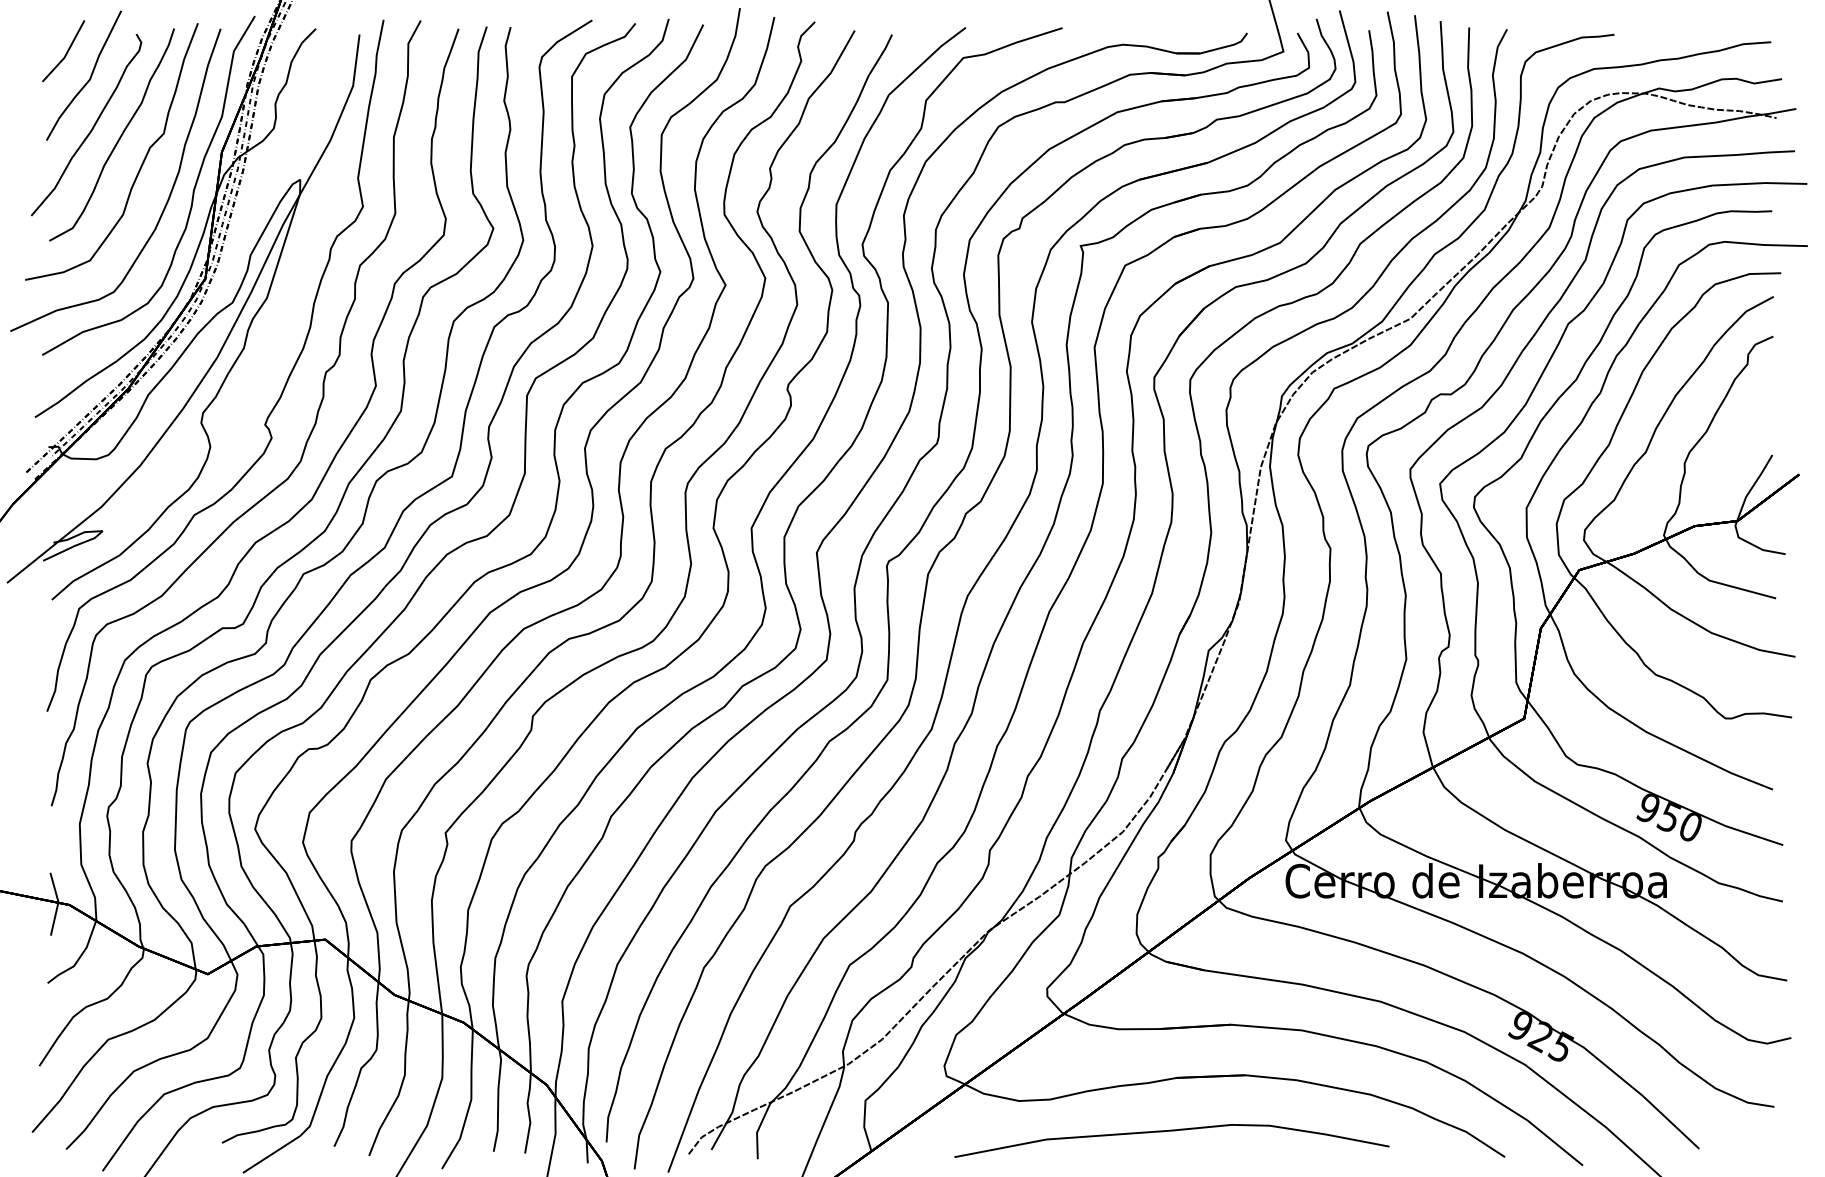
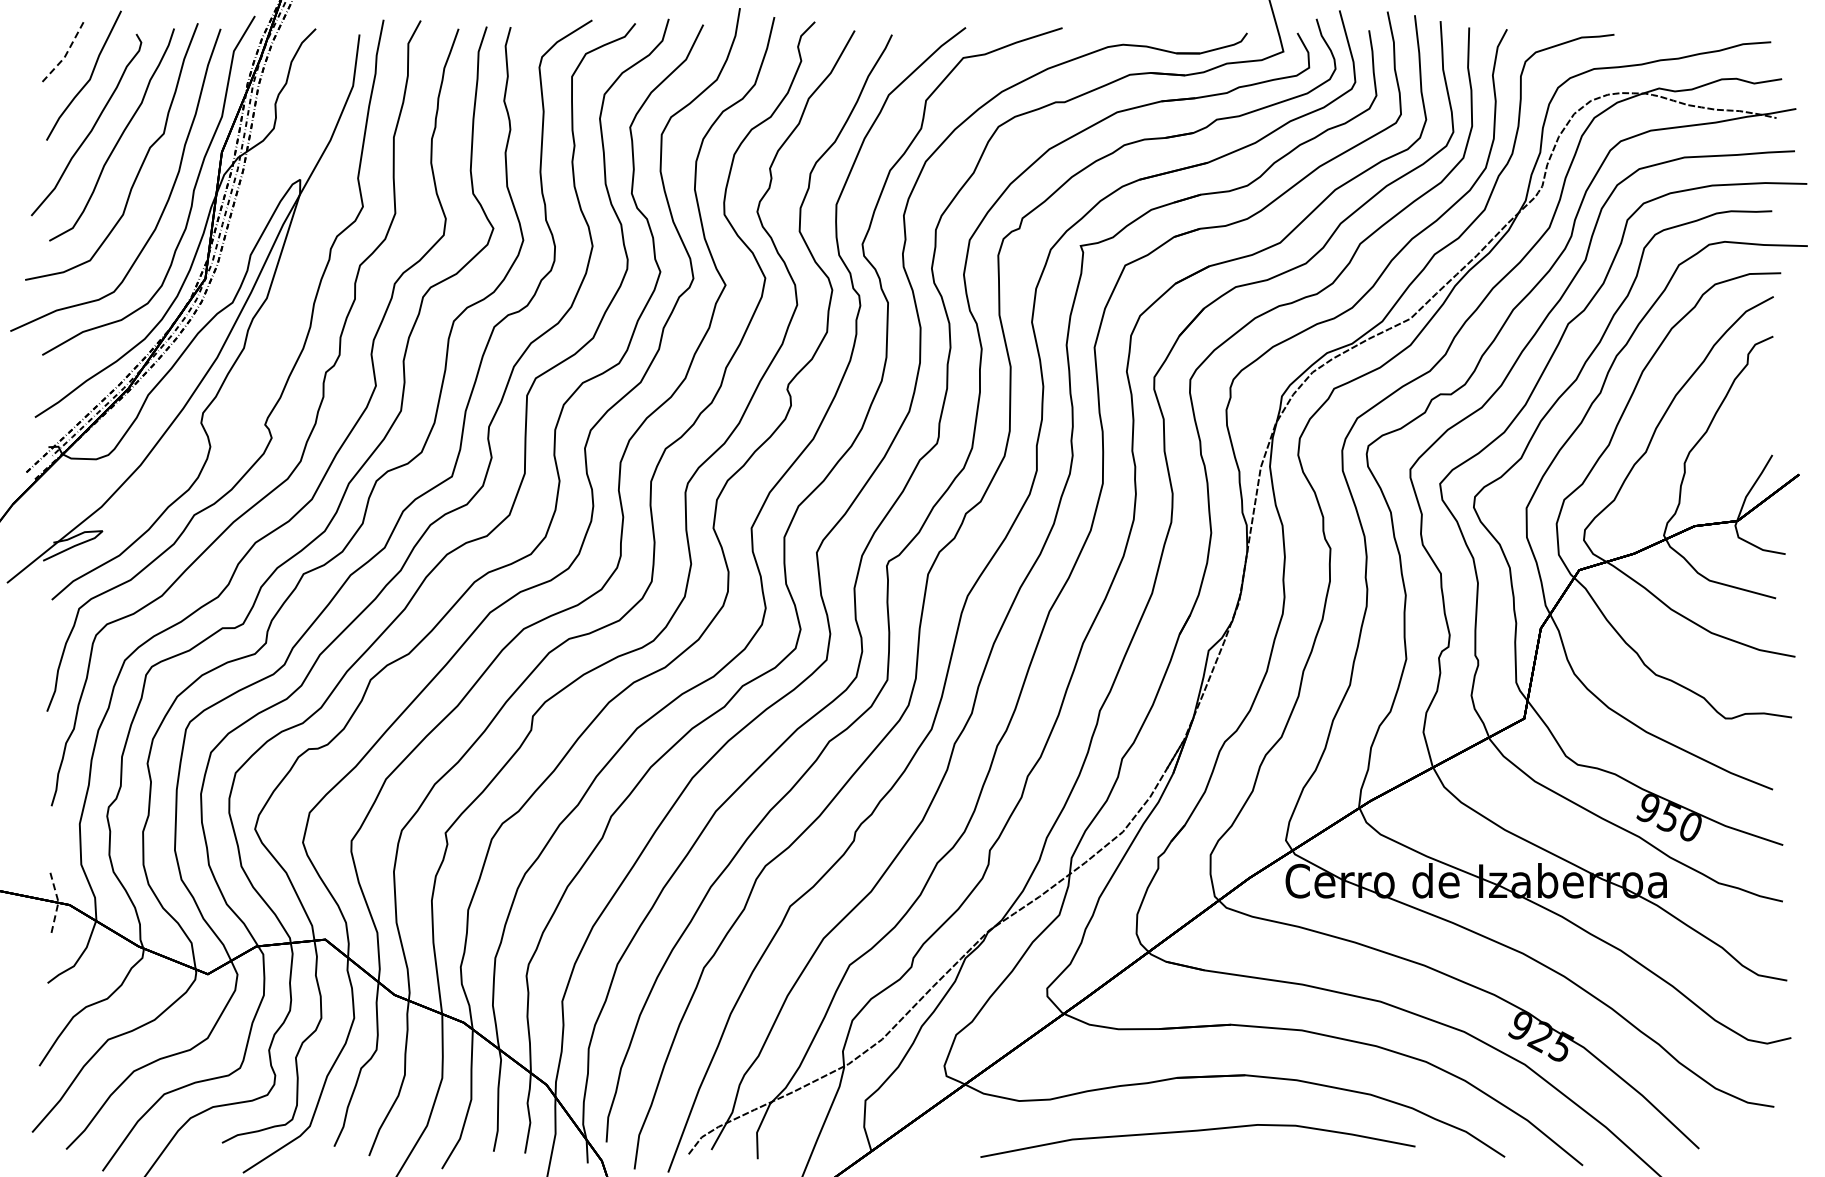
line at (66, 53): solid -> dashed
line at (58, 904): solid -> dashed
curve at (1171, 1131) position: (1171, 1131) -> (1197, 1131)
